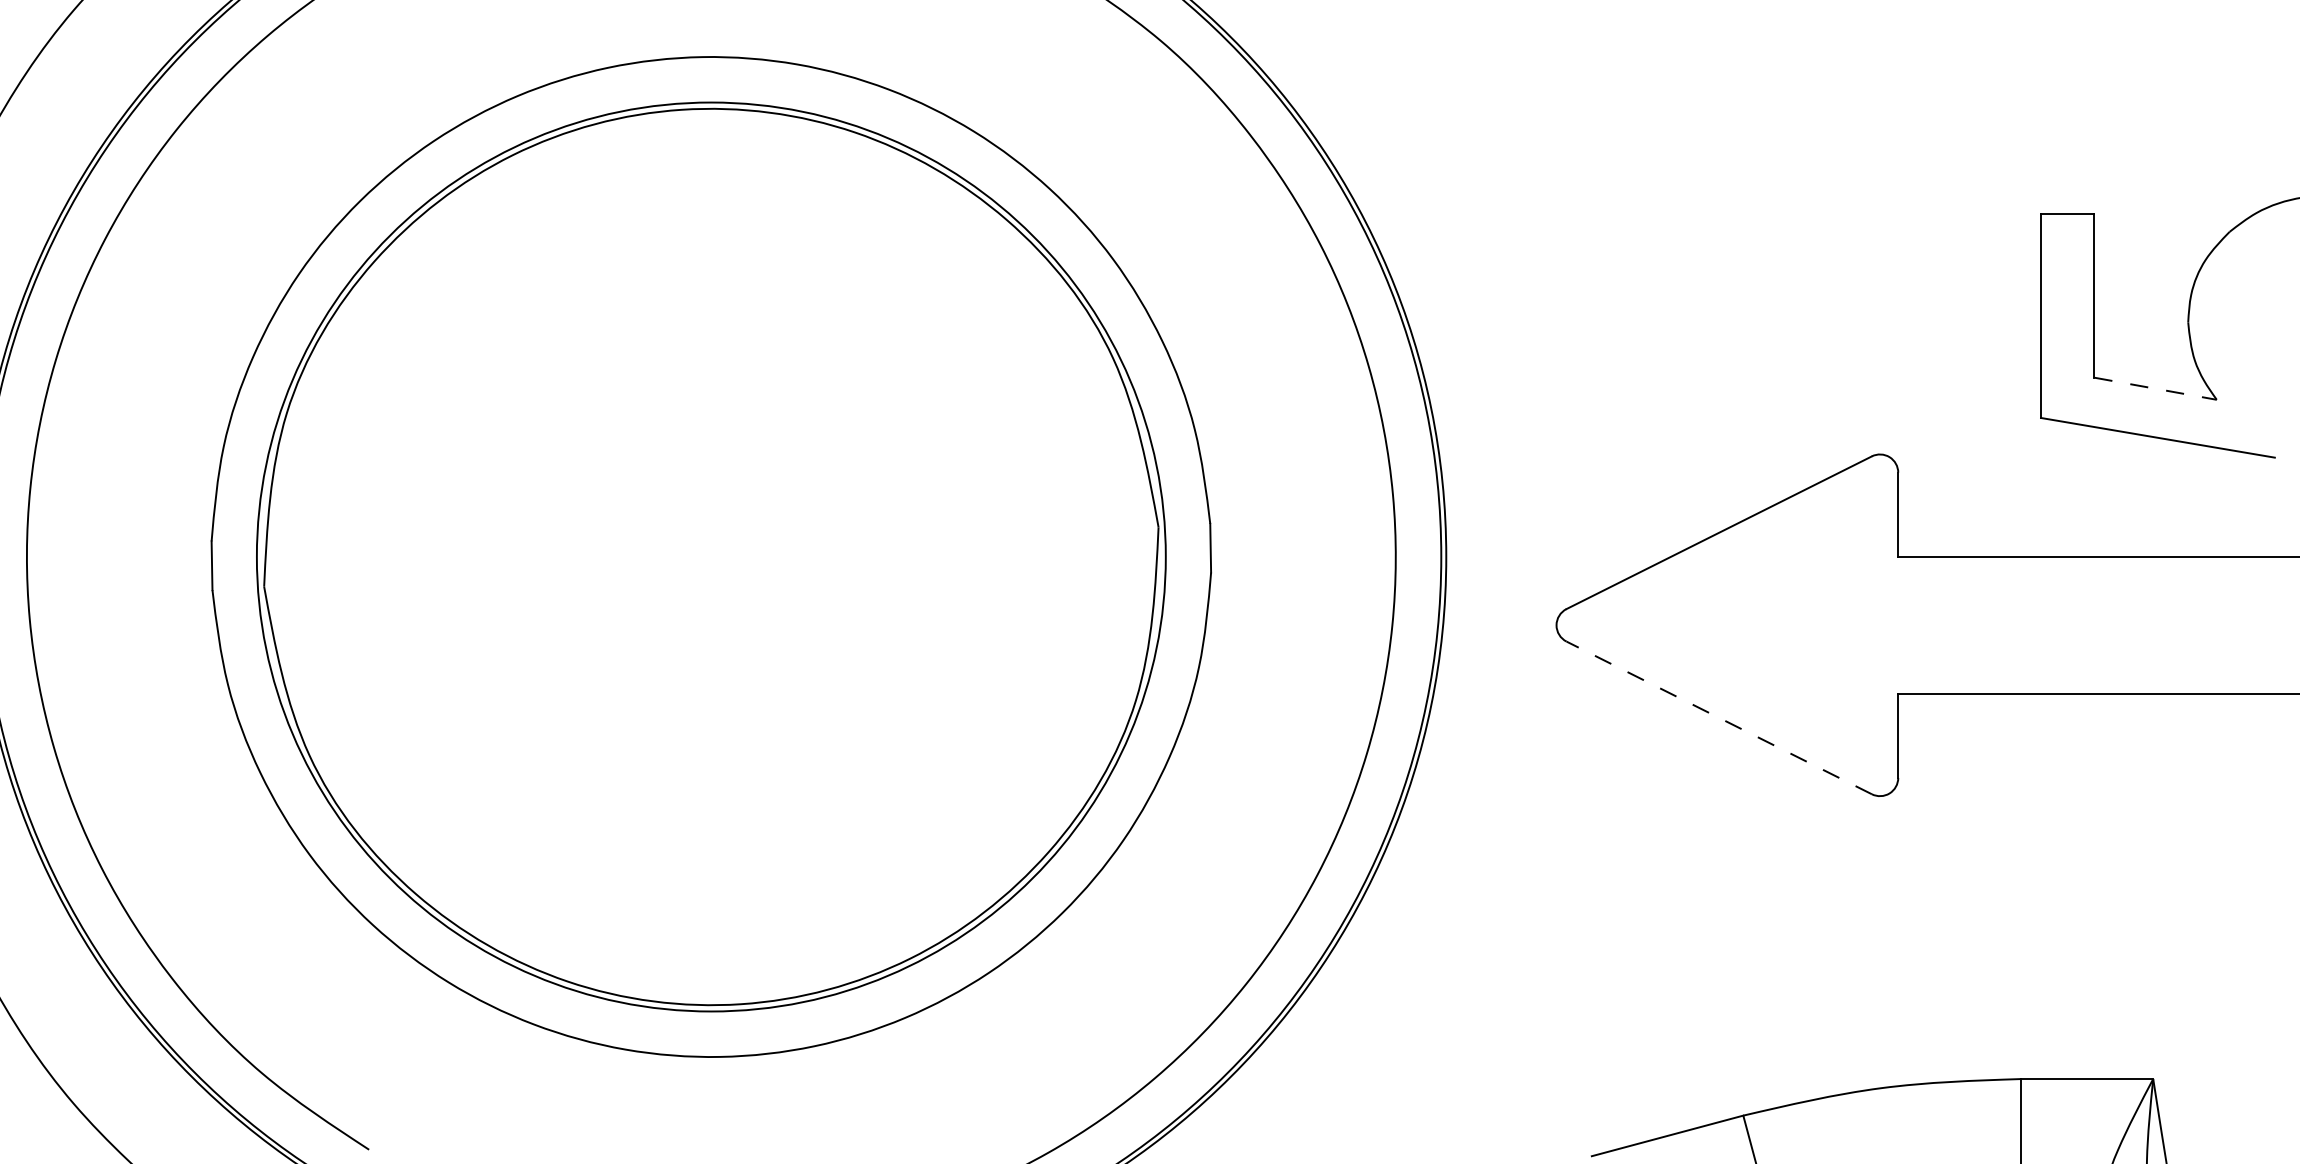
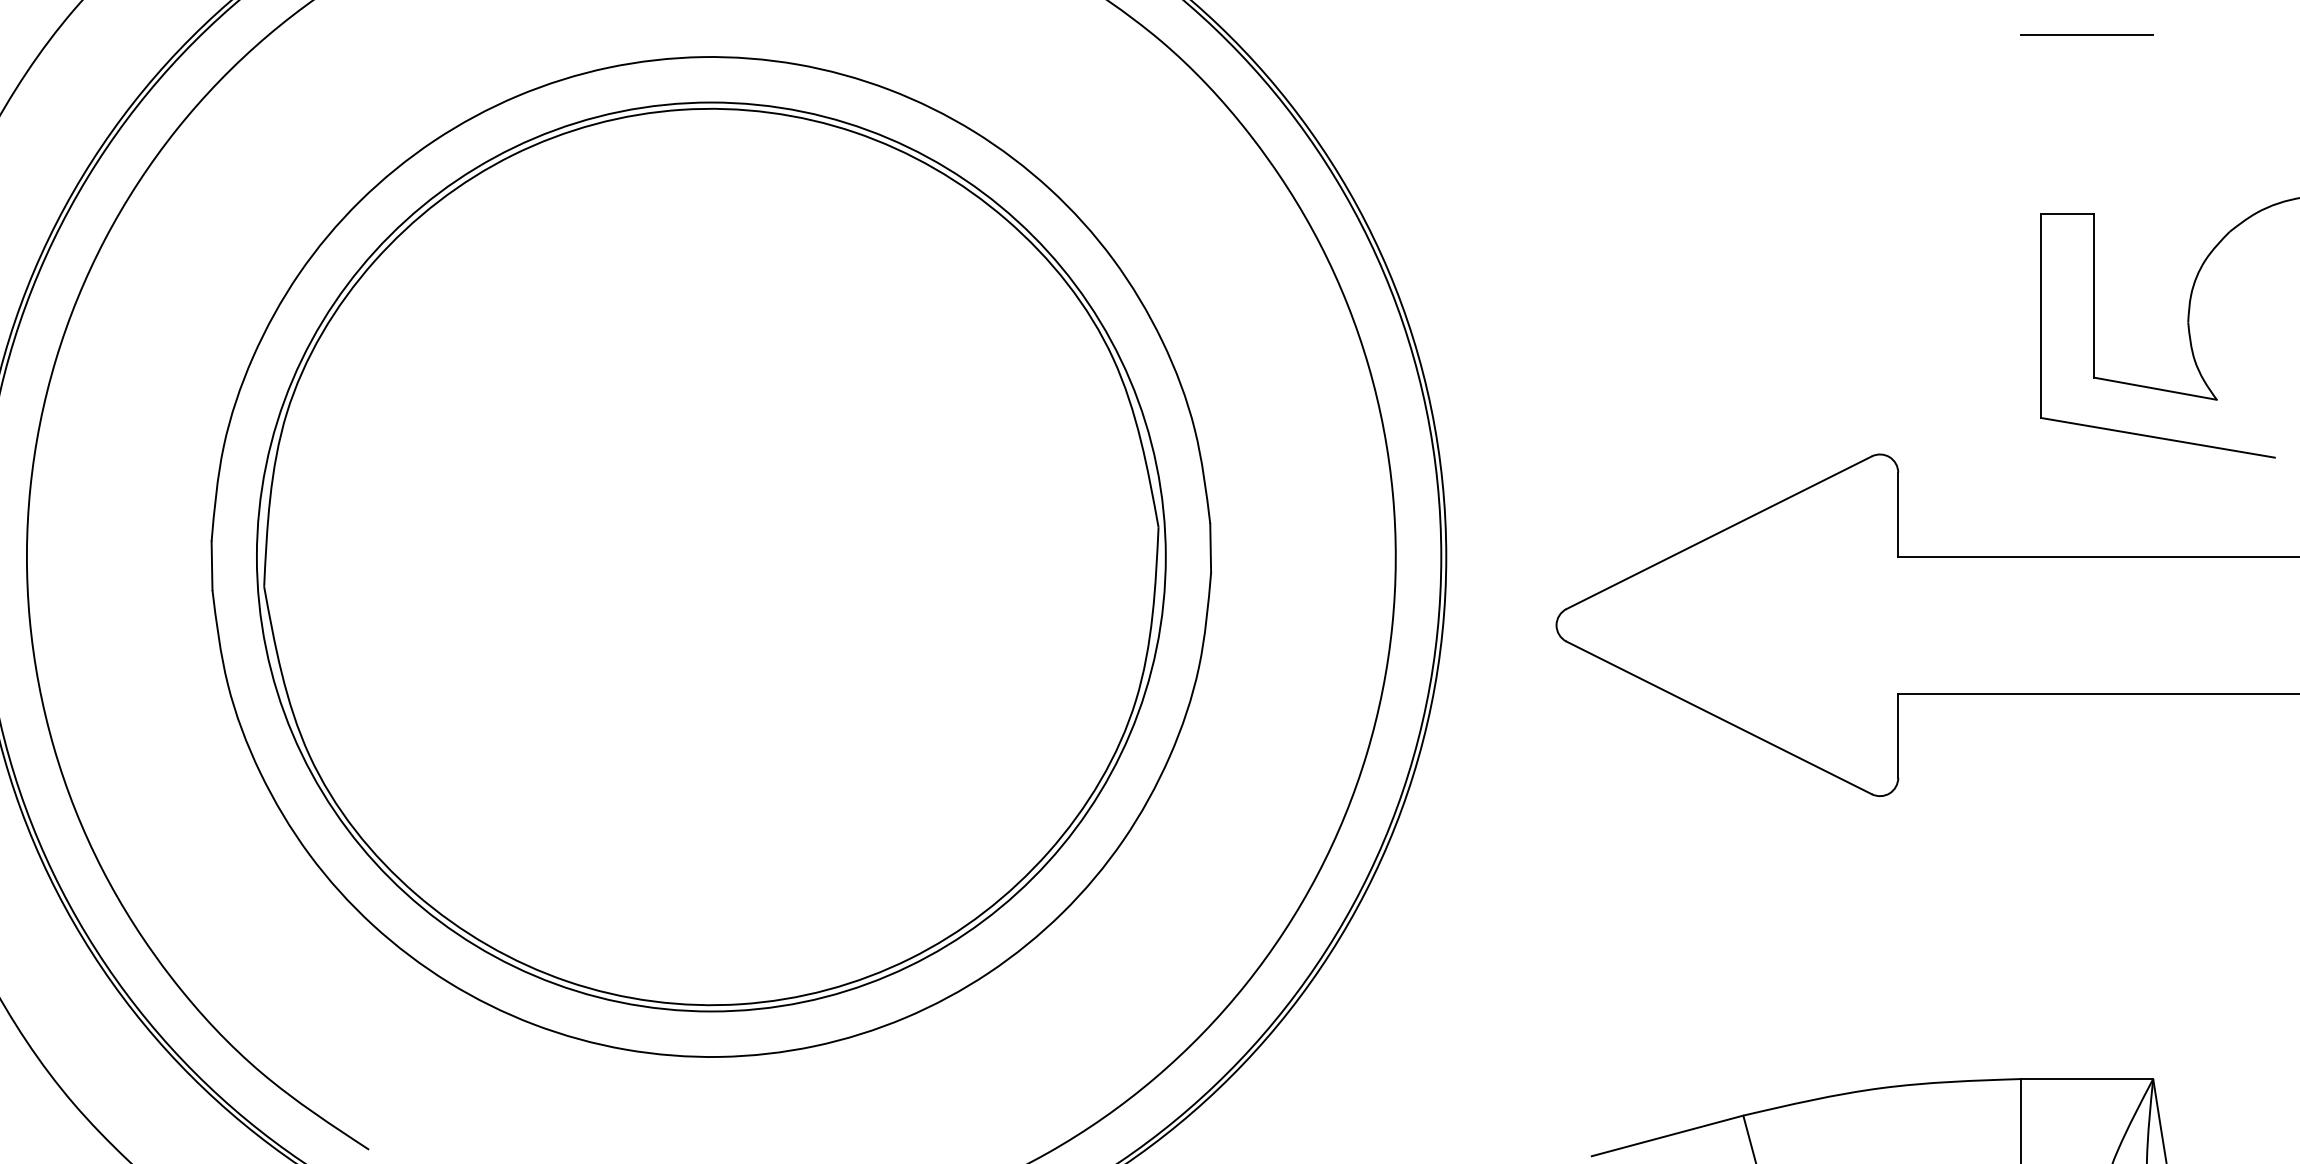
line at (2087, 35): none -> present
line at (2156, 388): dashed -> solid
line at (1719, 717): dashed -> solid
